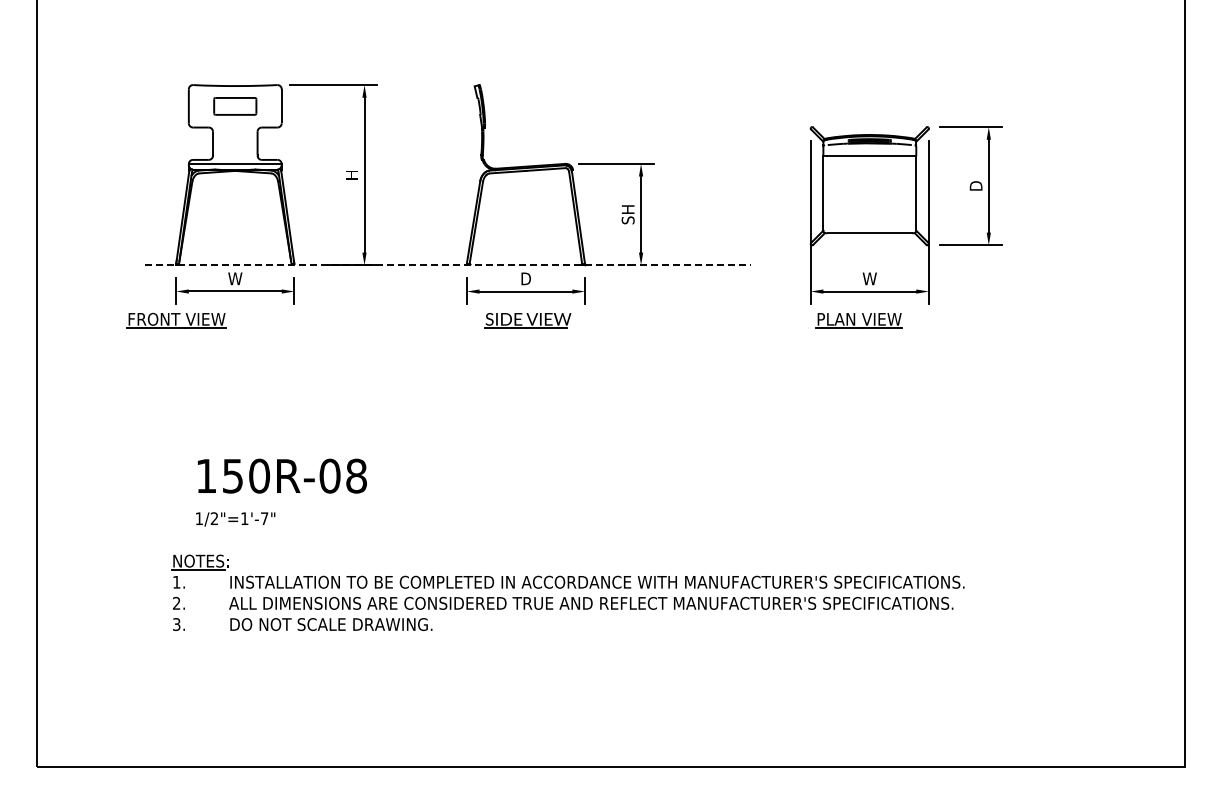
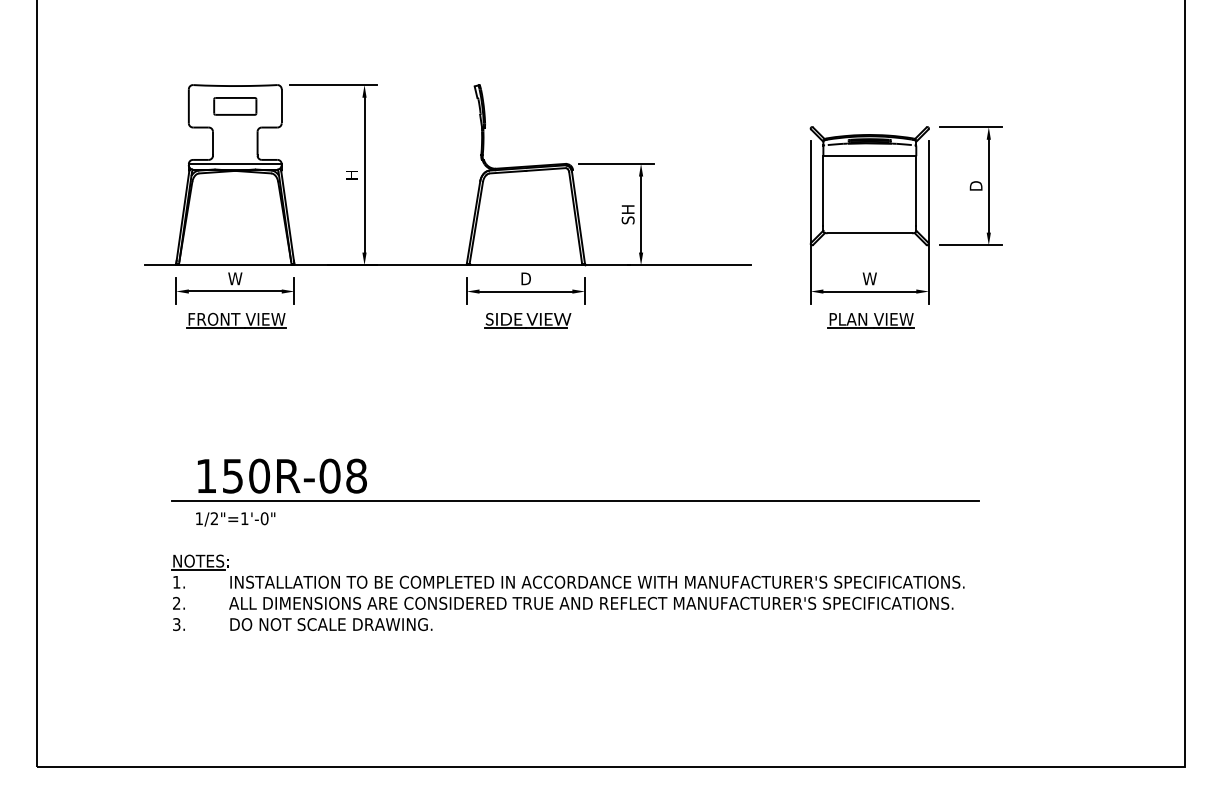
line at (448, 265): dashed -> solid
part at (176, 320) position: (176, 320) -> (236, 320)
part at (858, 320) position: (858, 320) -> (870, 320)
line at (575, 500): none -> present
text at (264, 518): 1/2"=1'-7" -> 1/2"=1'-0"
